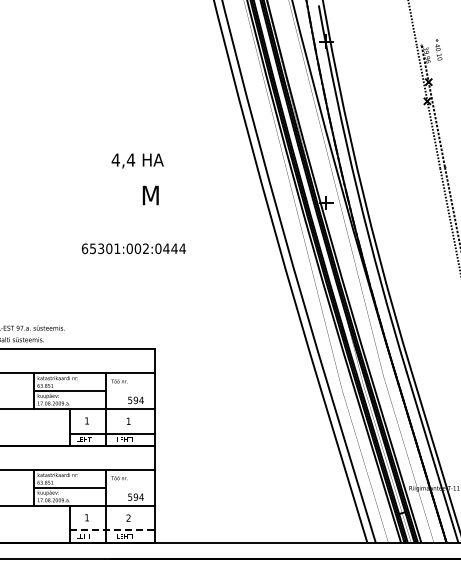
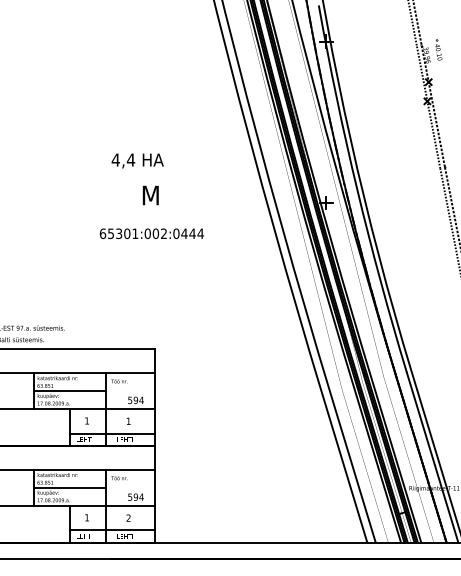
line at (417, 23): none -> present
text at (133, 248) position: (133, 248) -> (151, 233)
line at (112, 530): dashed -> solid
